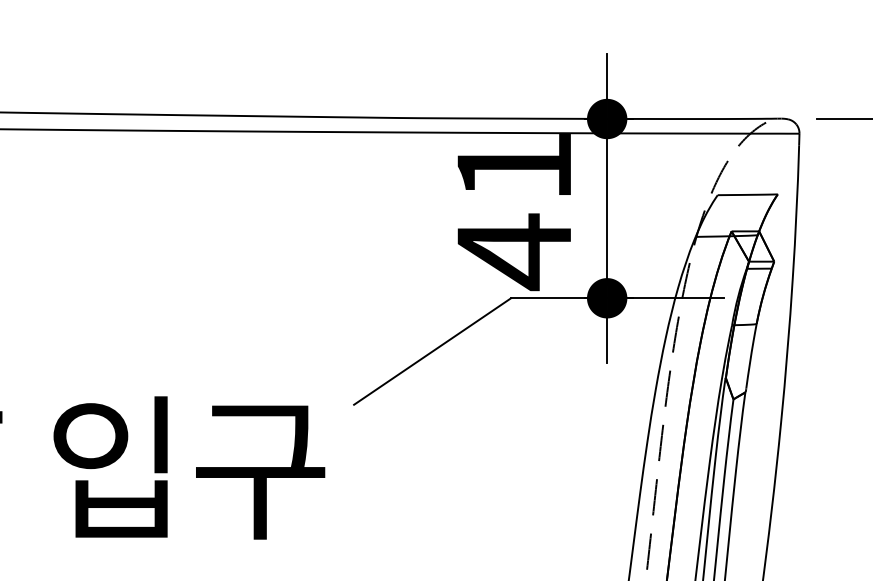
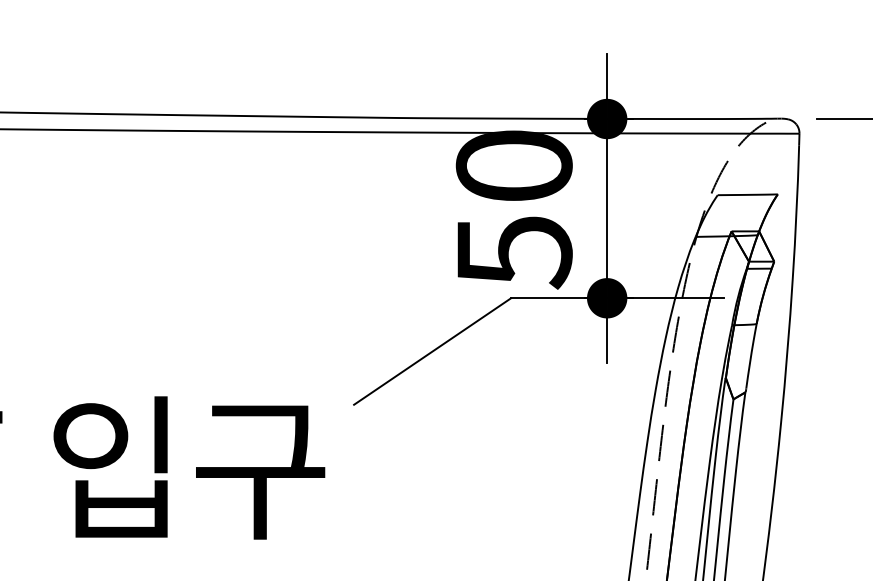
text at (513, 210): 41 -> 50
